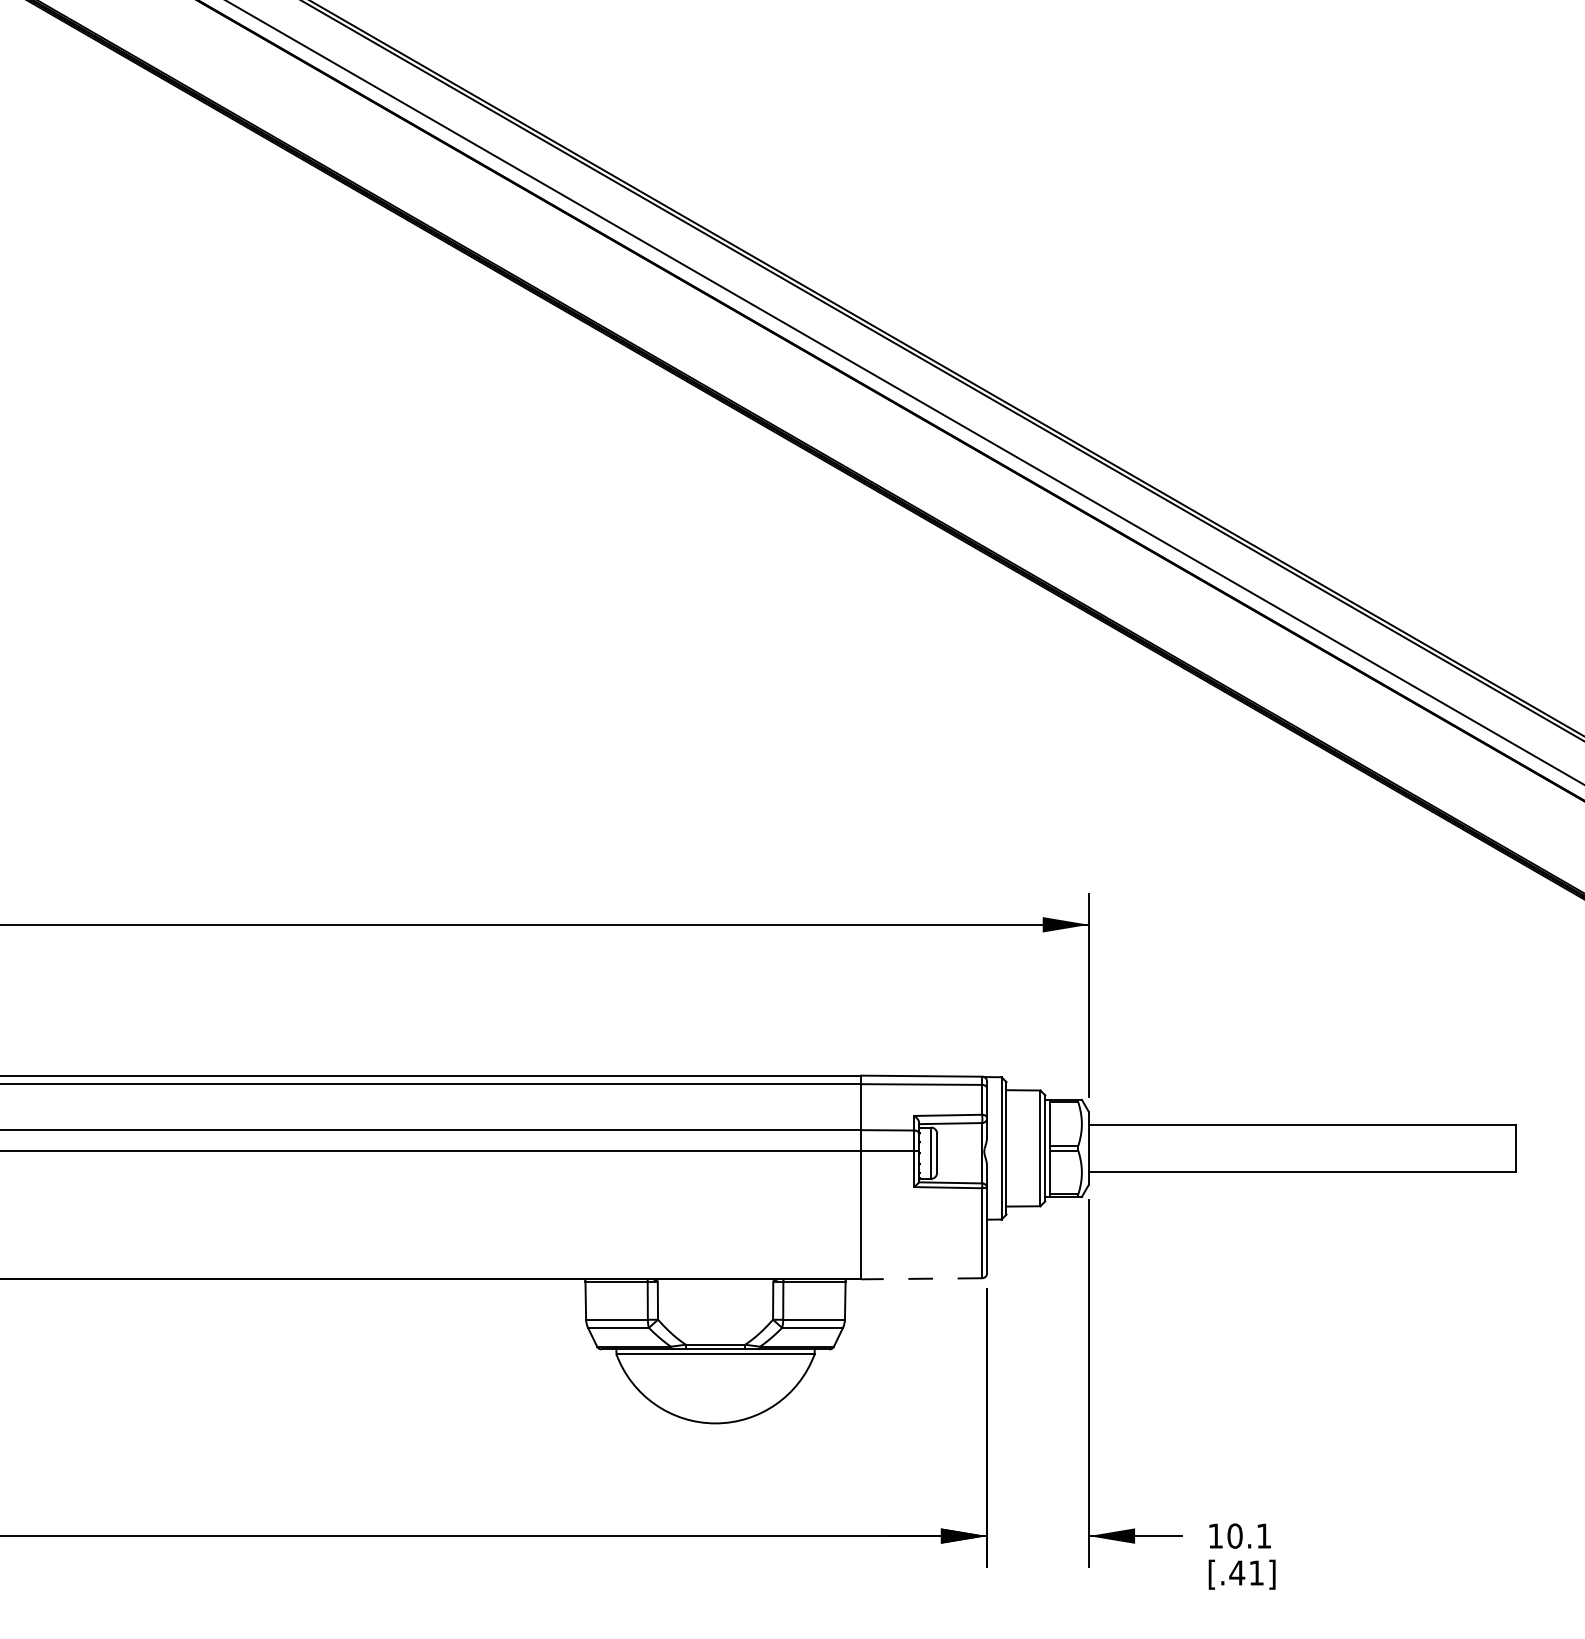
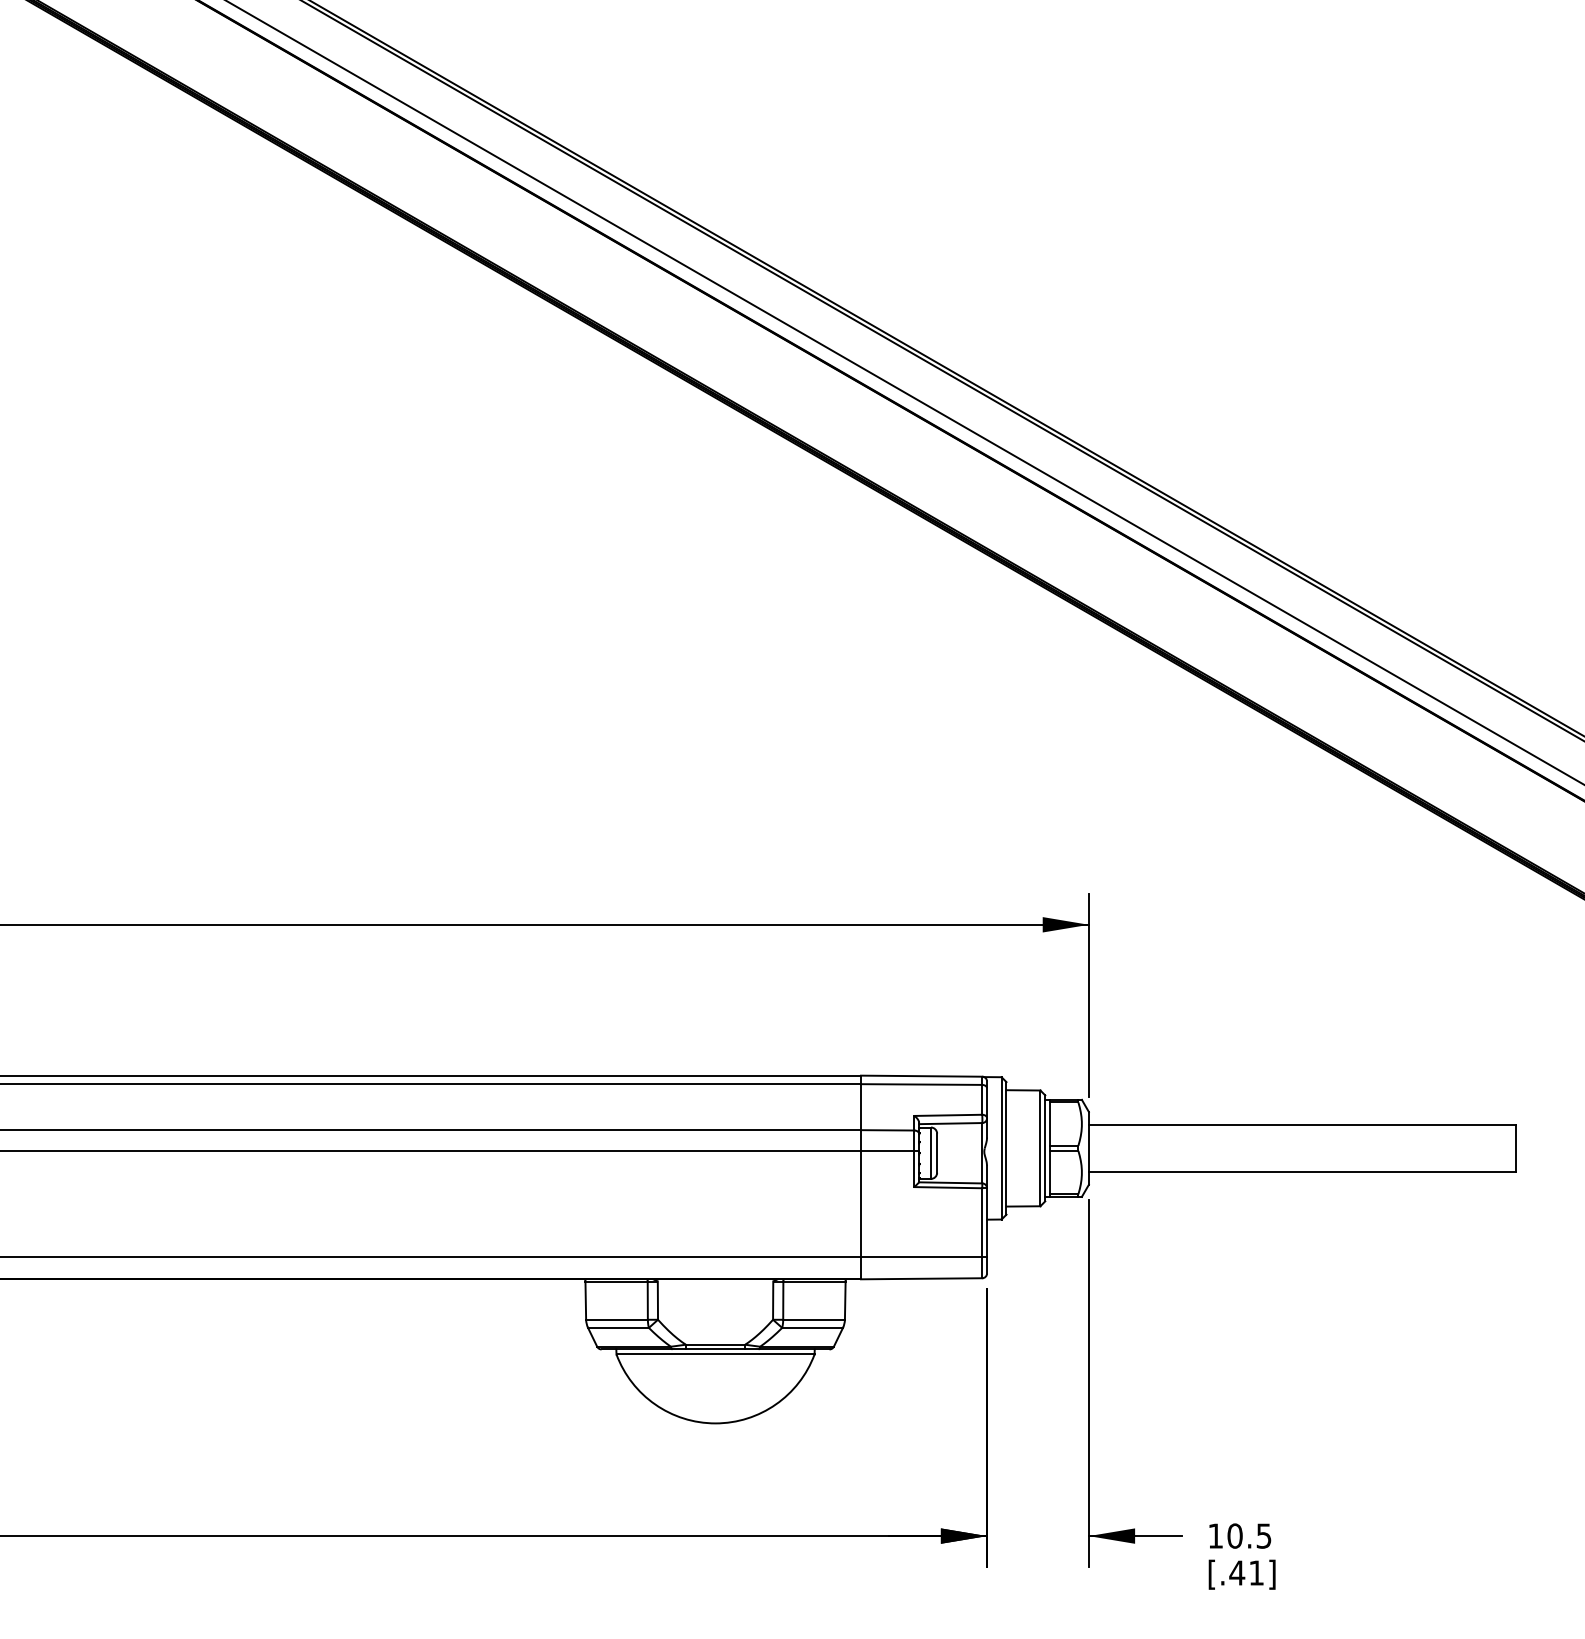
line at (494, 1257): none -> present
line at (921, 1278): dashed -> solid
text at (1263, 1535): 10.1 -> 10.5
